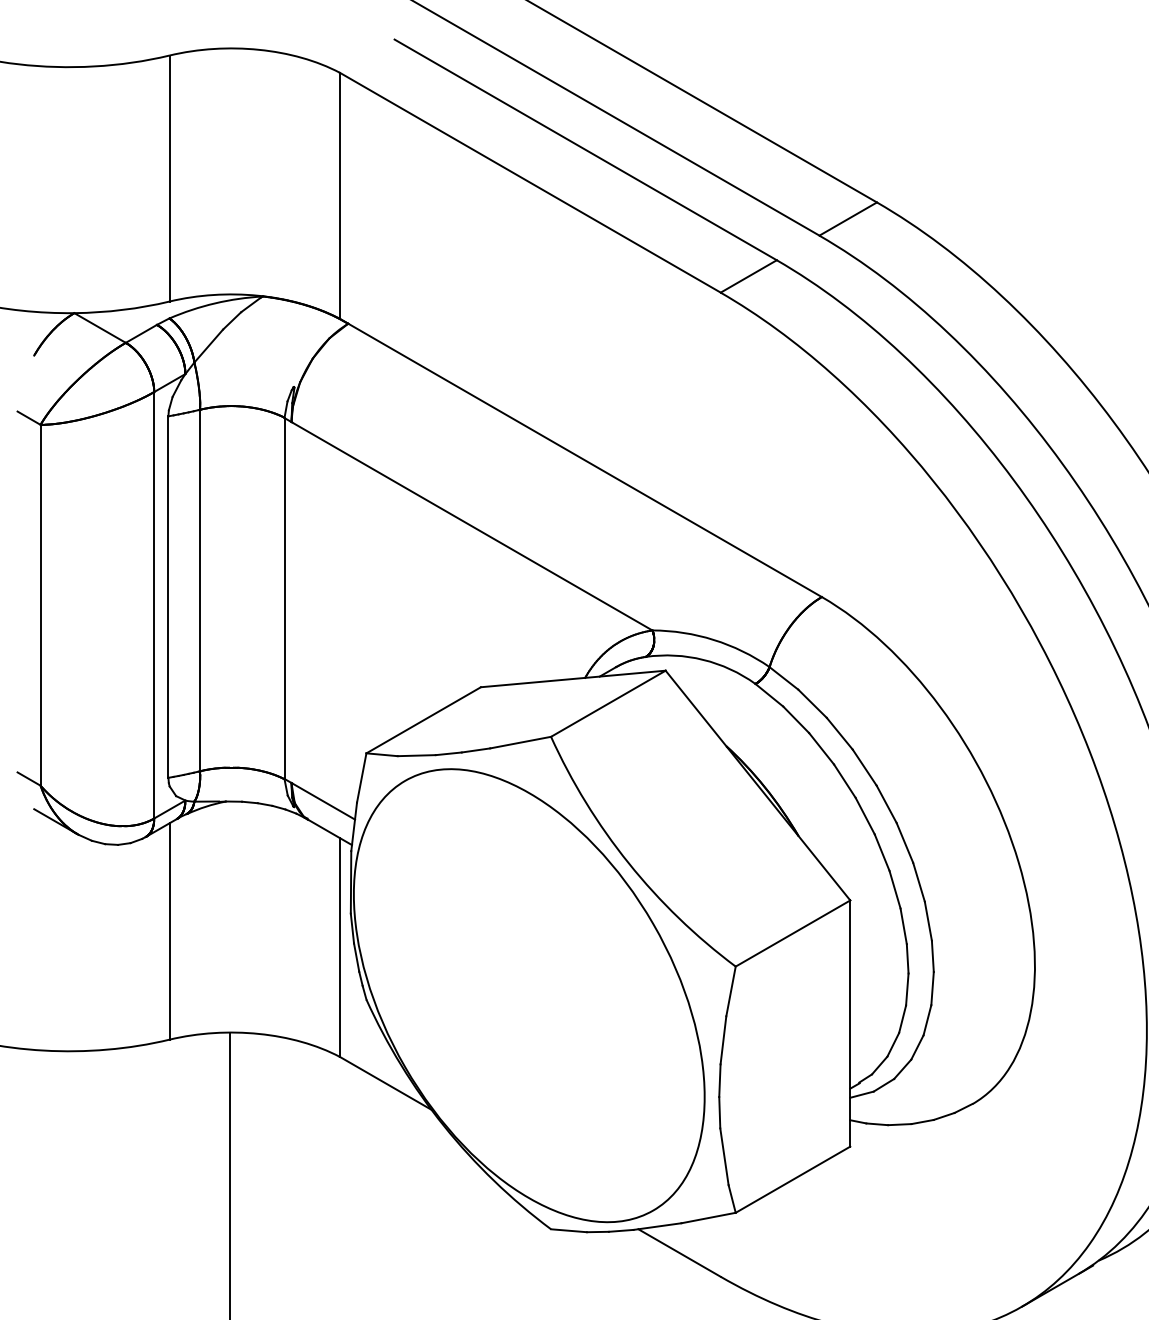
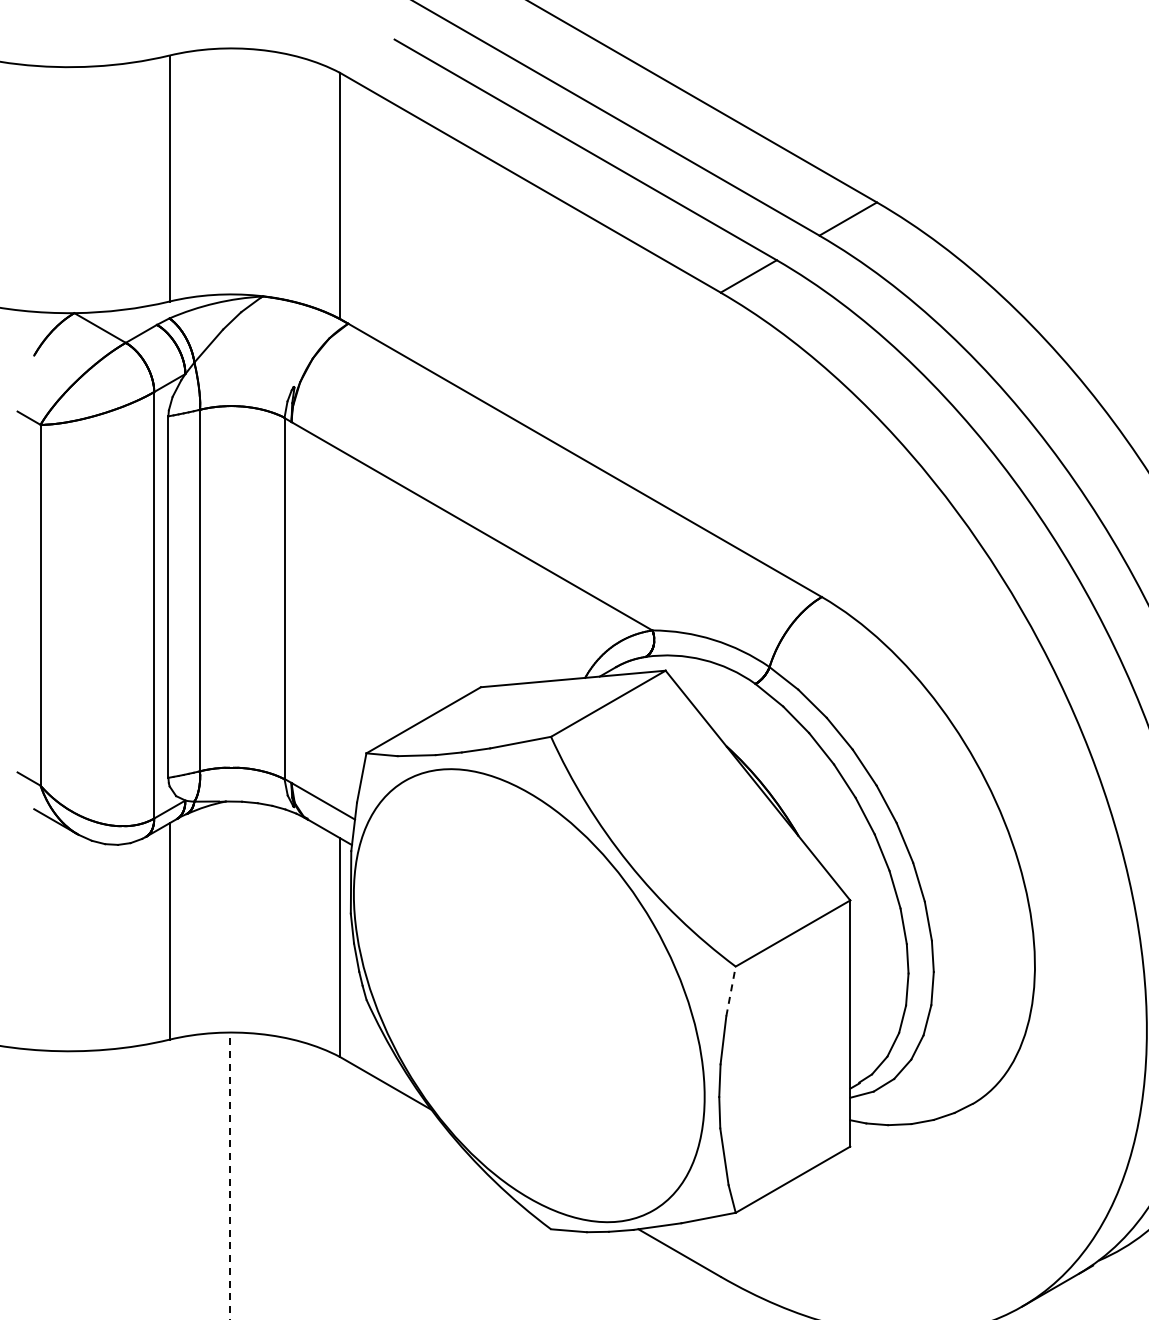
line at (731, 990): solid -> dashed
line at (229, 1175): solid -> dashed
